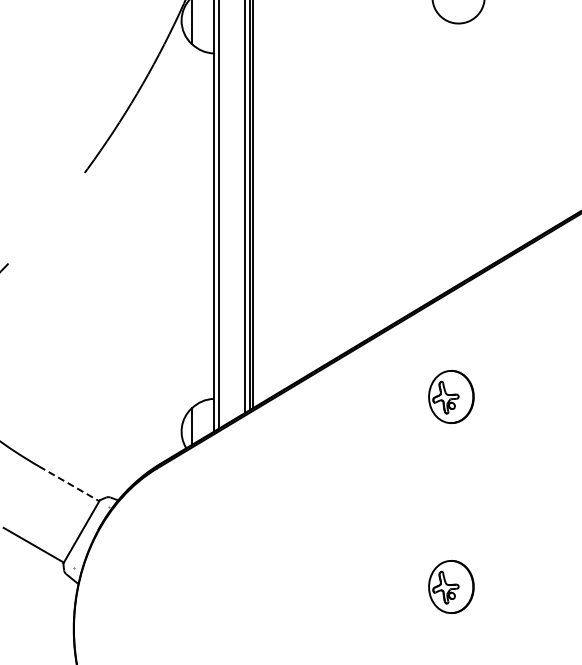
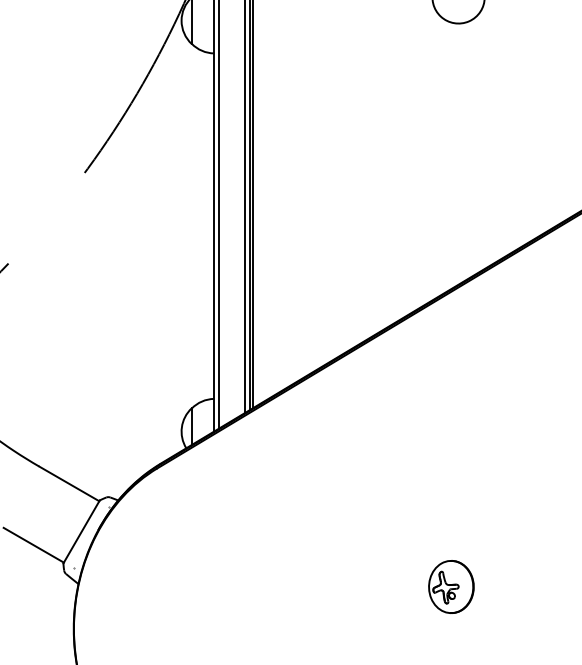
part at (451, 396): present -> none
line at (69, 483): dashed -> solid
